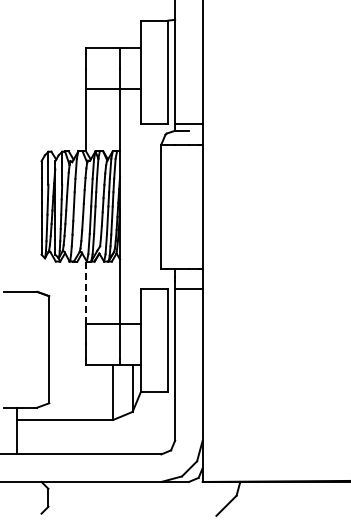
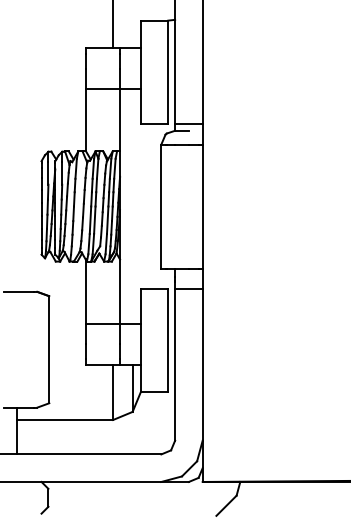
line at (113, 25): none -> present
line at (85, 290): dashed -> solid
